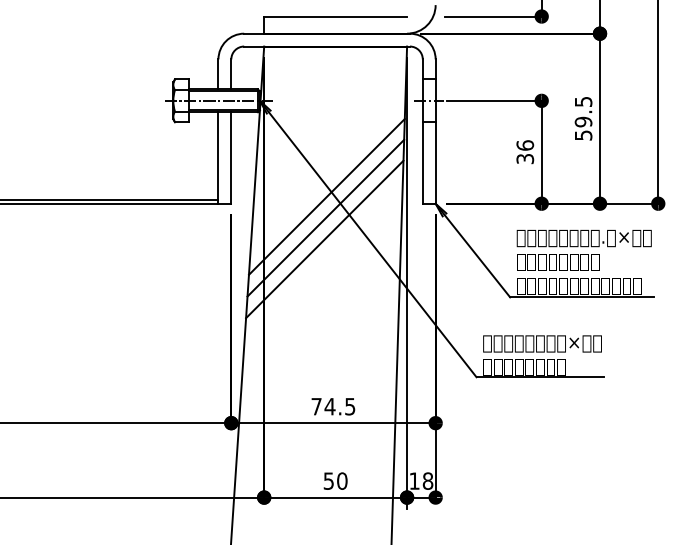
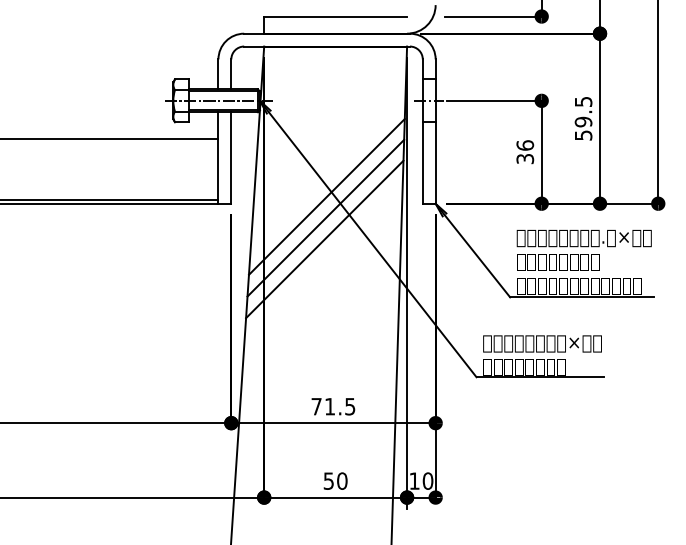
line at (110, 139): none -> present
text at (329, 406): 74.5 -> 71.5
text at (427, 480): 18 -> 10
